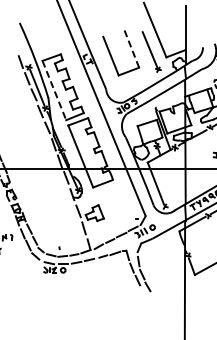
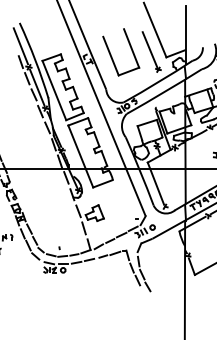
line at (20, 46): none -> present
line at (131, 48): dashed -> solid
line at (54, 90): dashed -> solid
